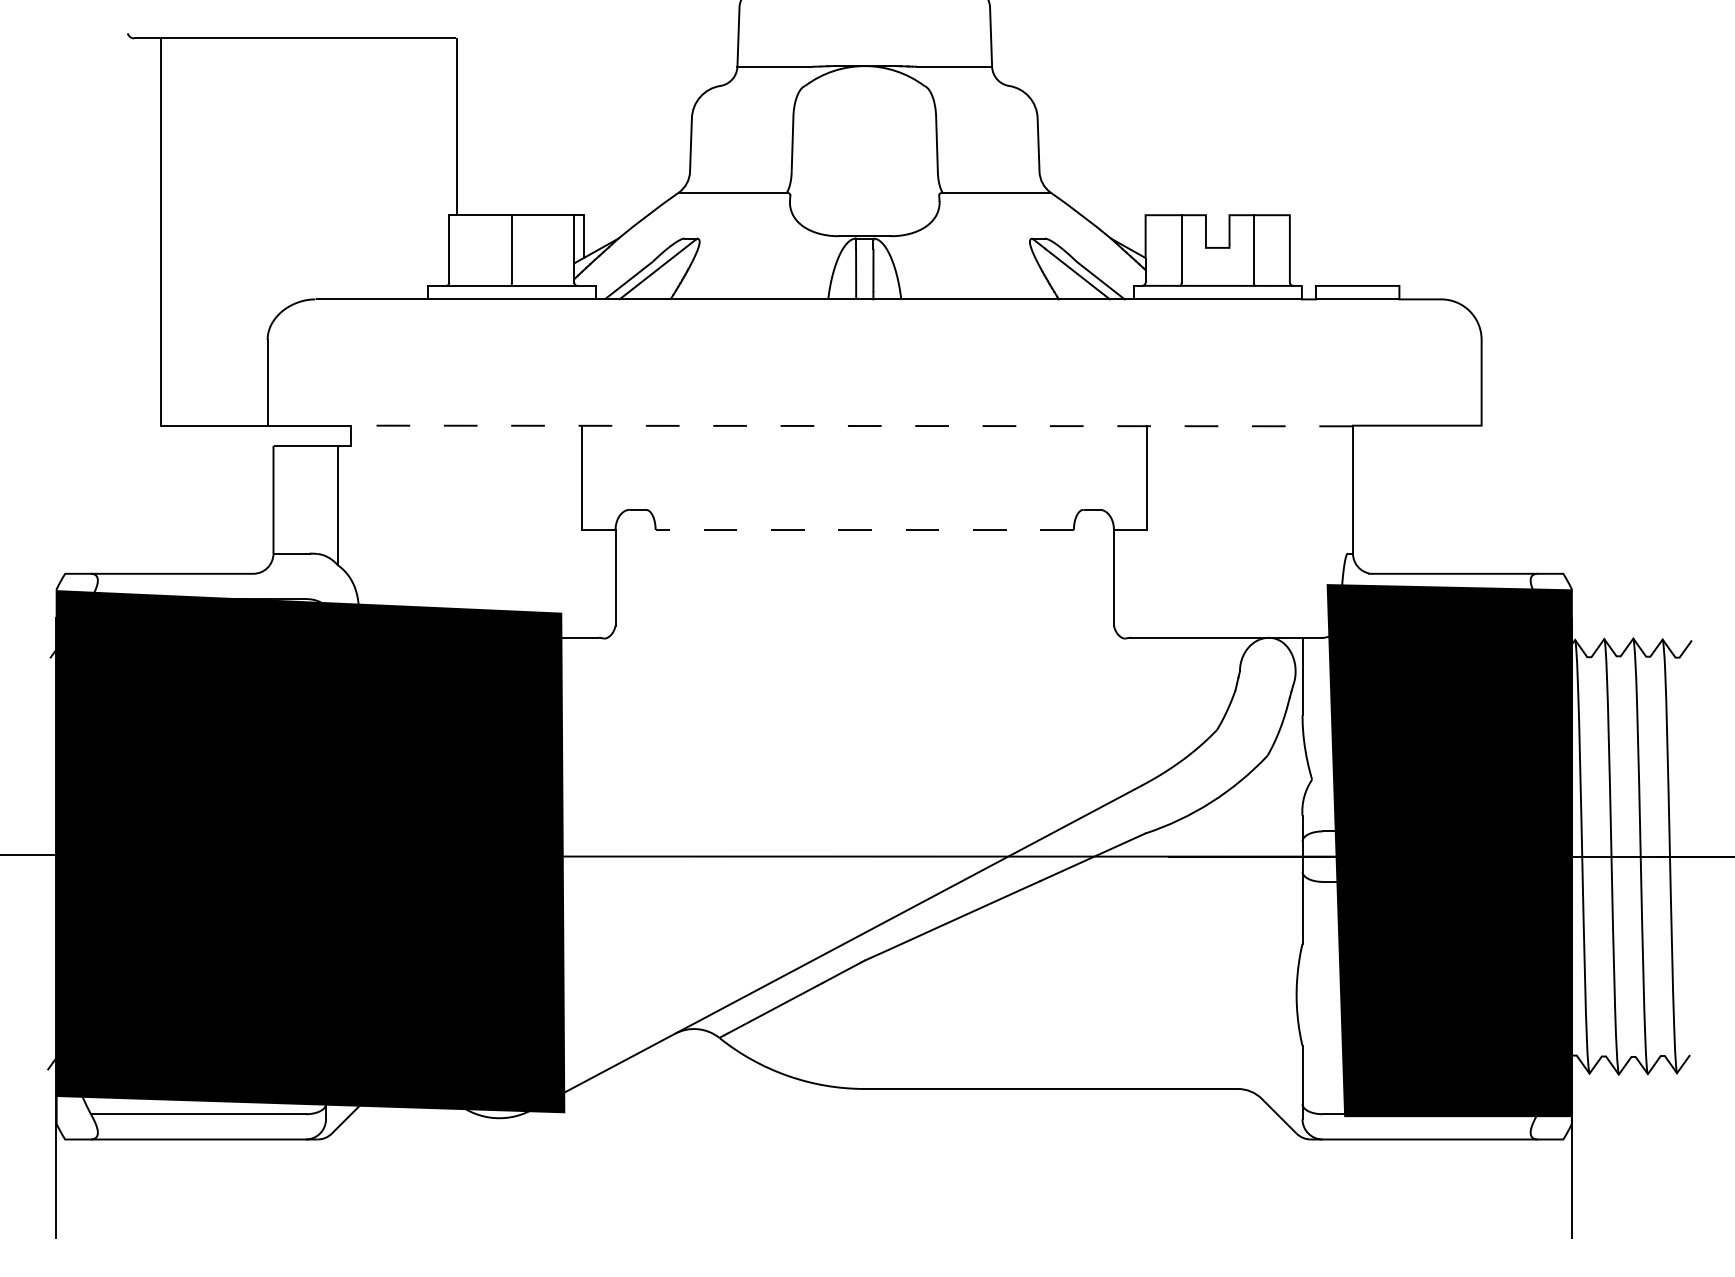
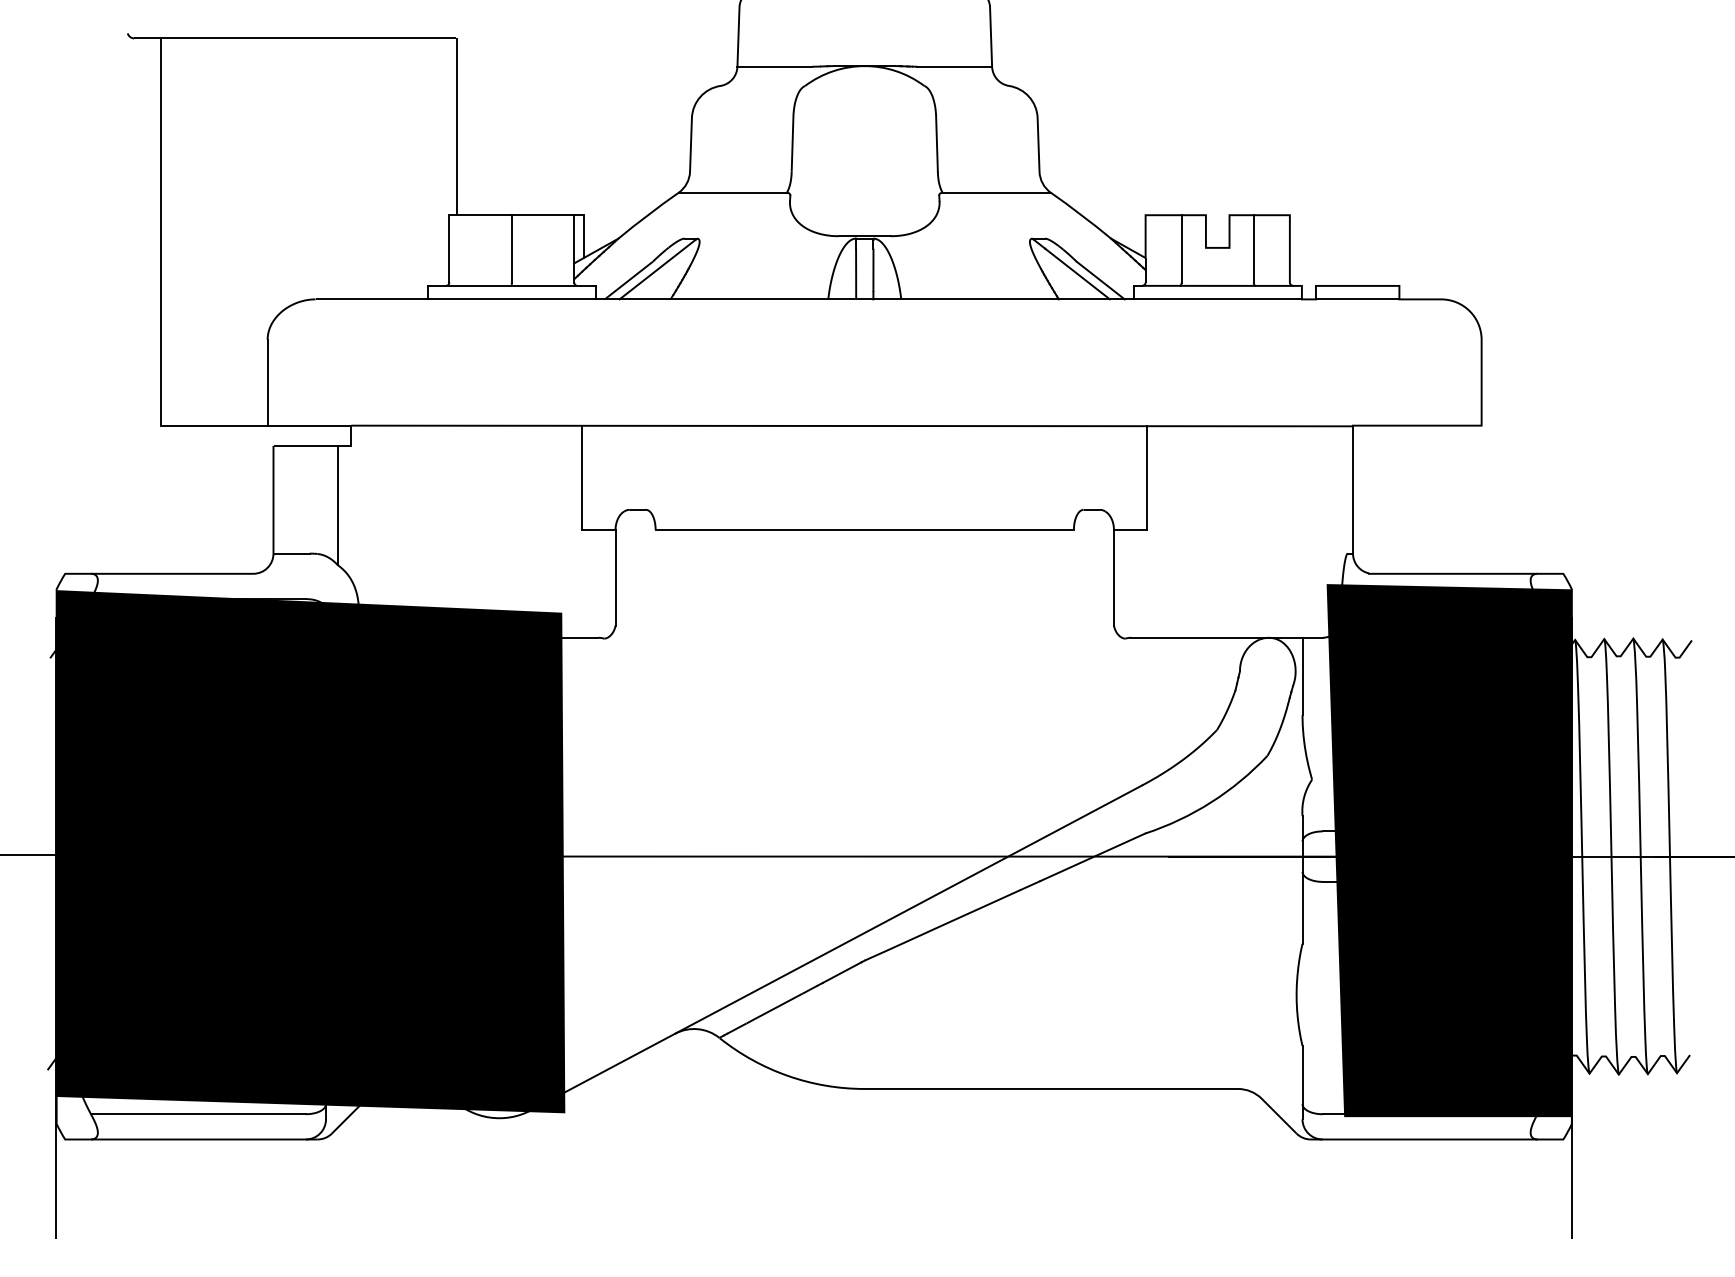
line at (852, 426): dashed -> solid
line at (864, 530): dashed -> solid
